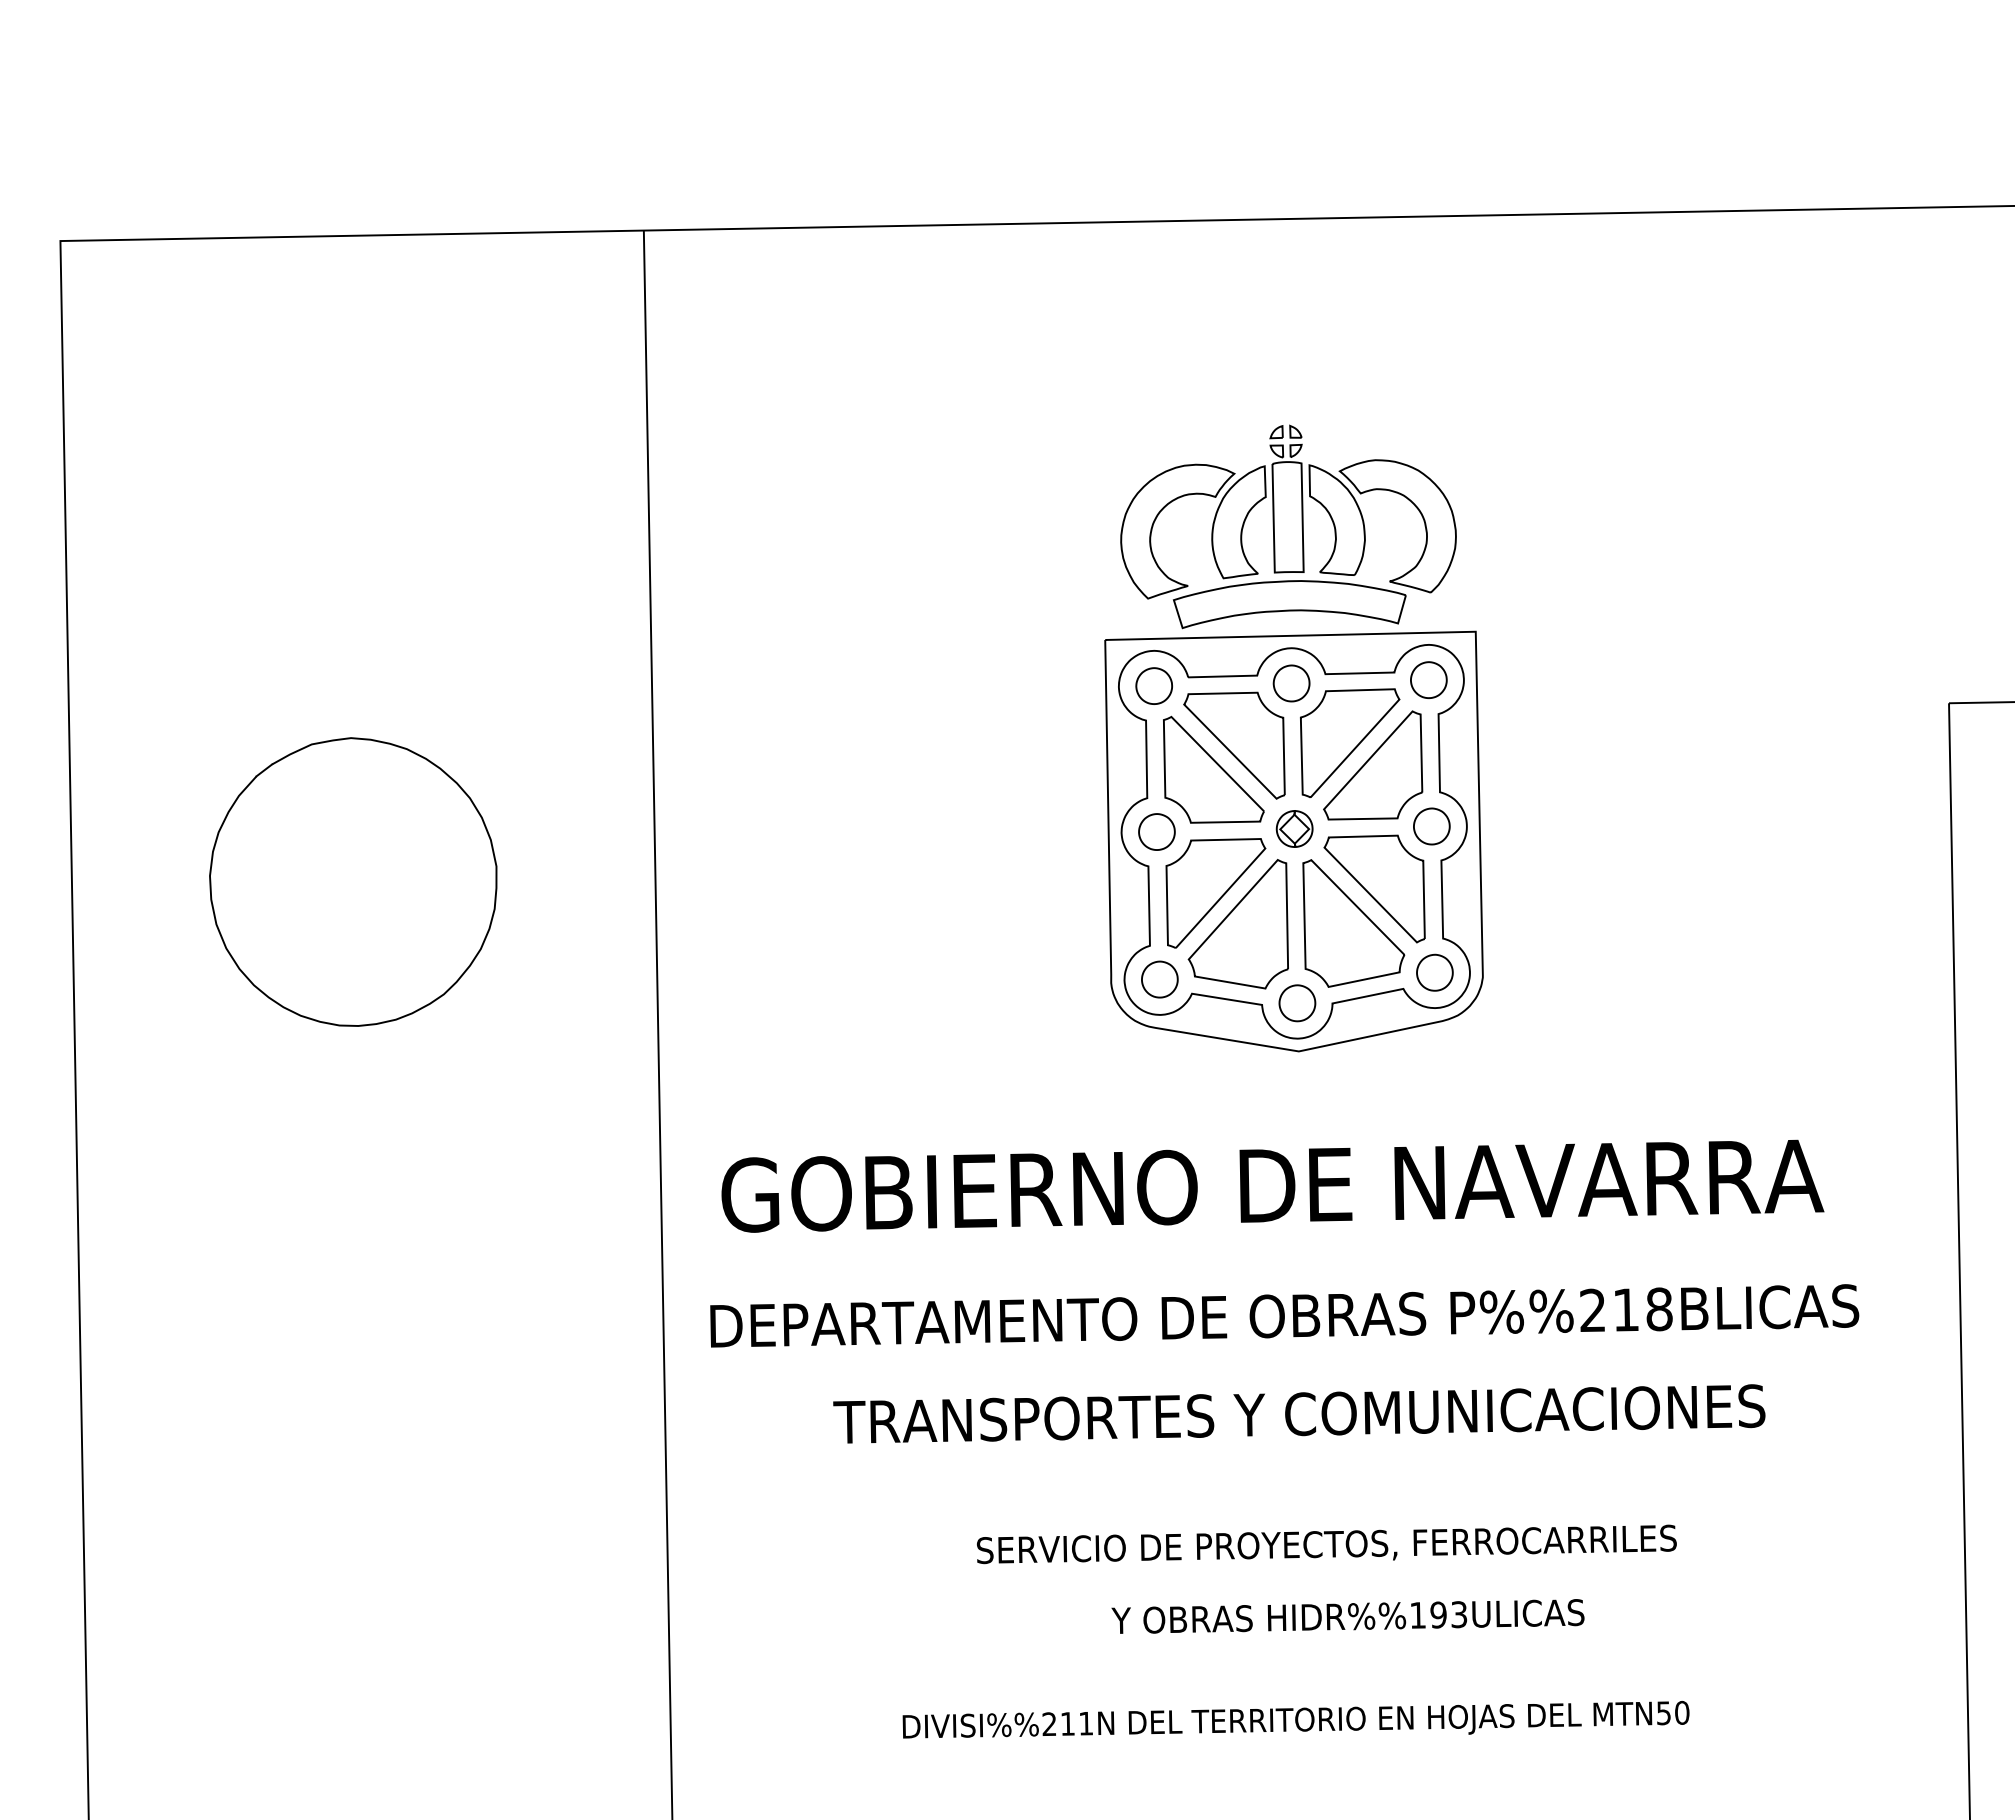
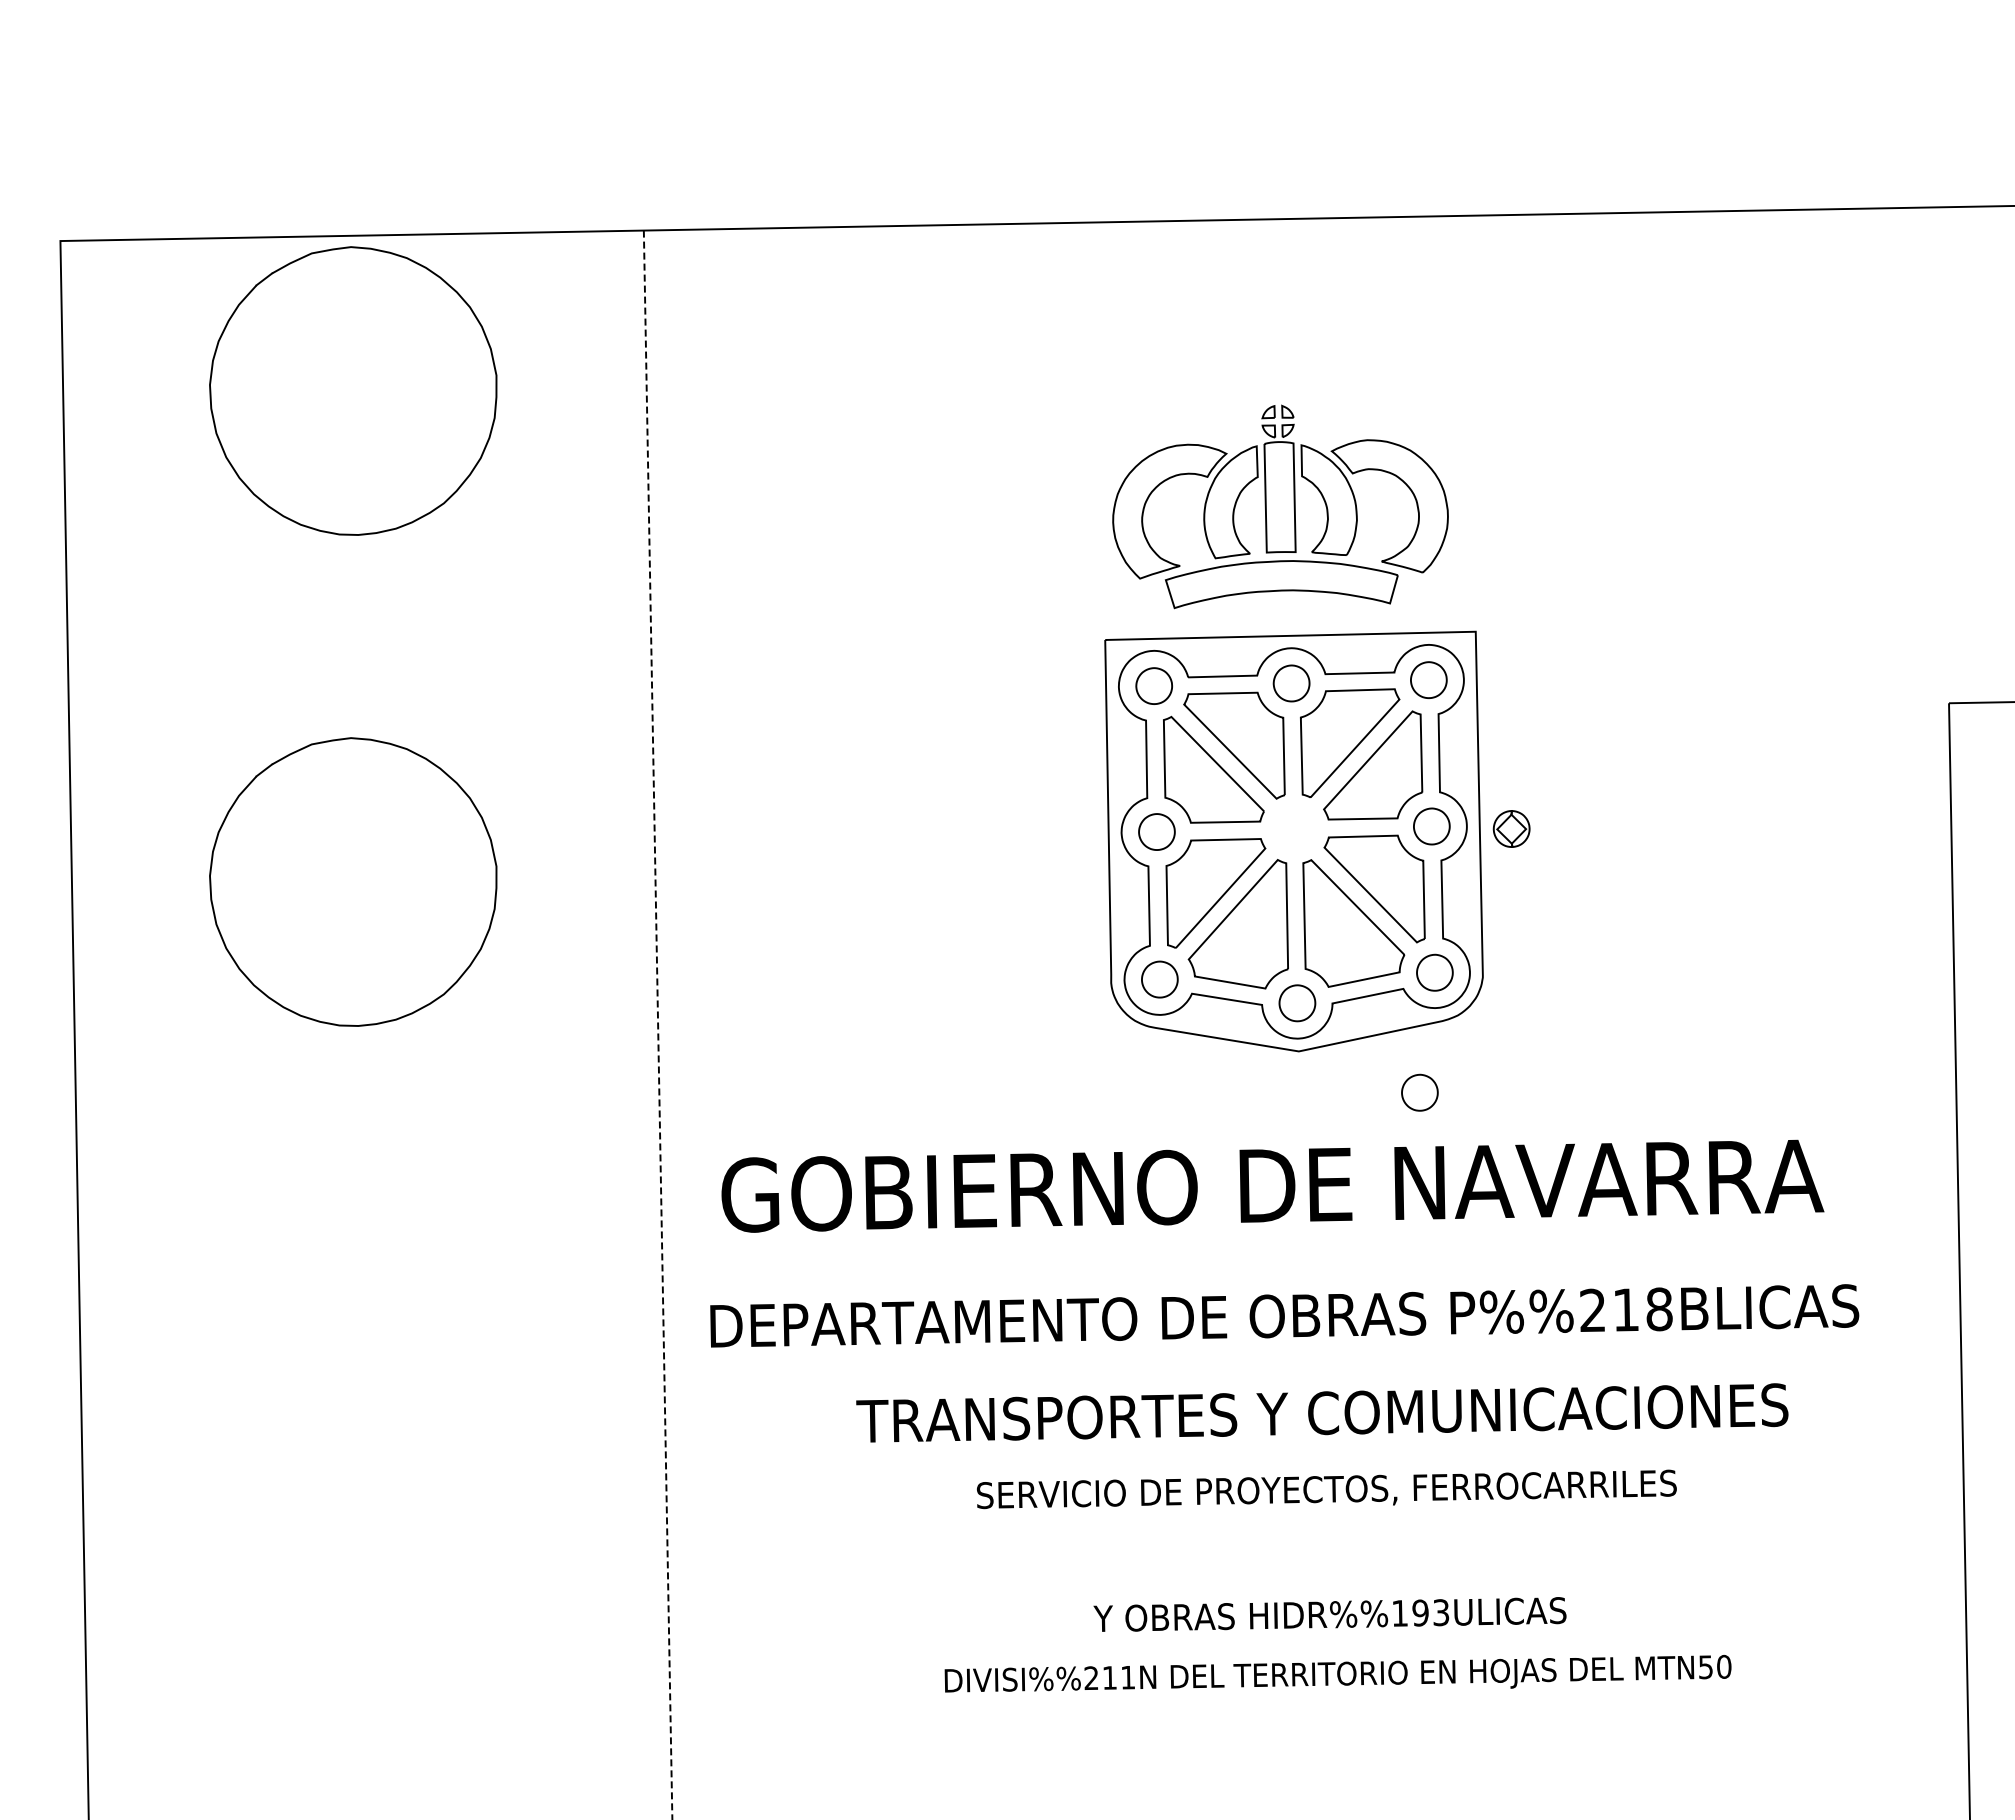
part at (353, 390): none -> present
part at (1288, 526) position: (1288, 526) -> (1280, 506)
part at (1294, 828) position: (1294, 828) -> (1511, 828)
line at (658, 1025): solid -> dashed
part at (1419, 1092): none -> present
text at (1299, 1413) position: (1299, 1413) -> (1322, 1412)
text at (1326, 1544) position: (1326, 1544) -> (1326, 1489)
text at (1347, 1616) position: (1347, 1616) -> (1329, 1614)
text at (1295, 1719) position: (1295, 1719) -> (1337, 1673)
